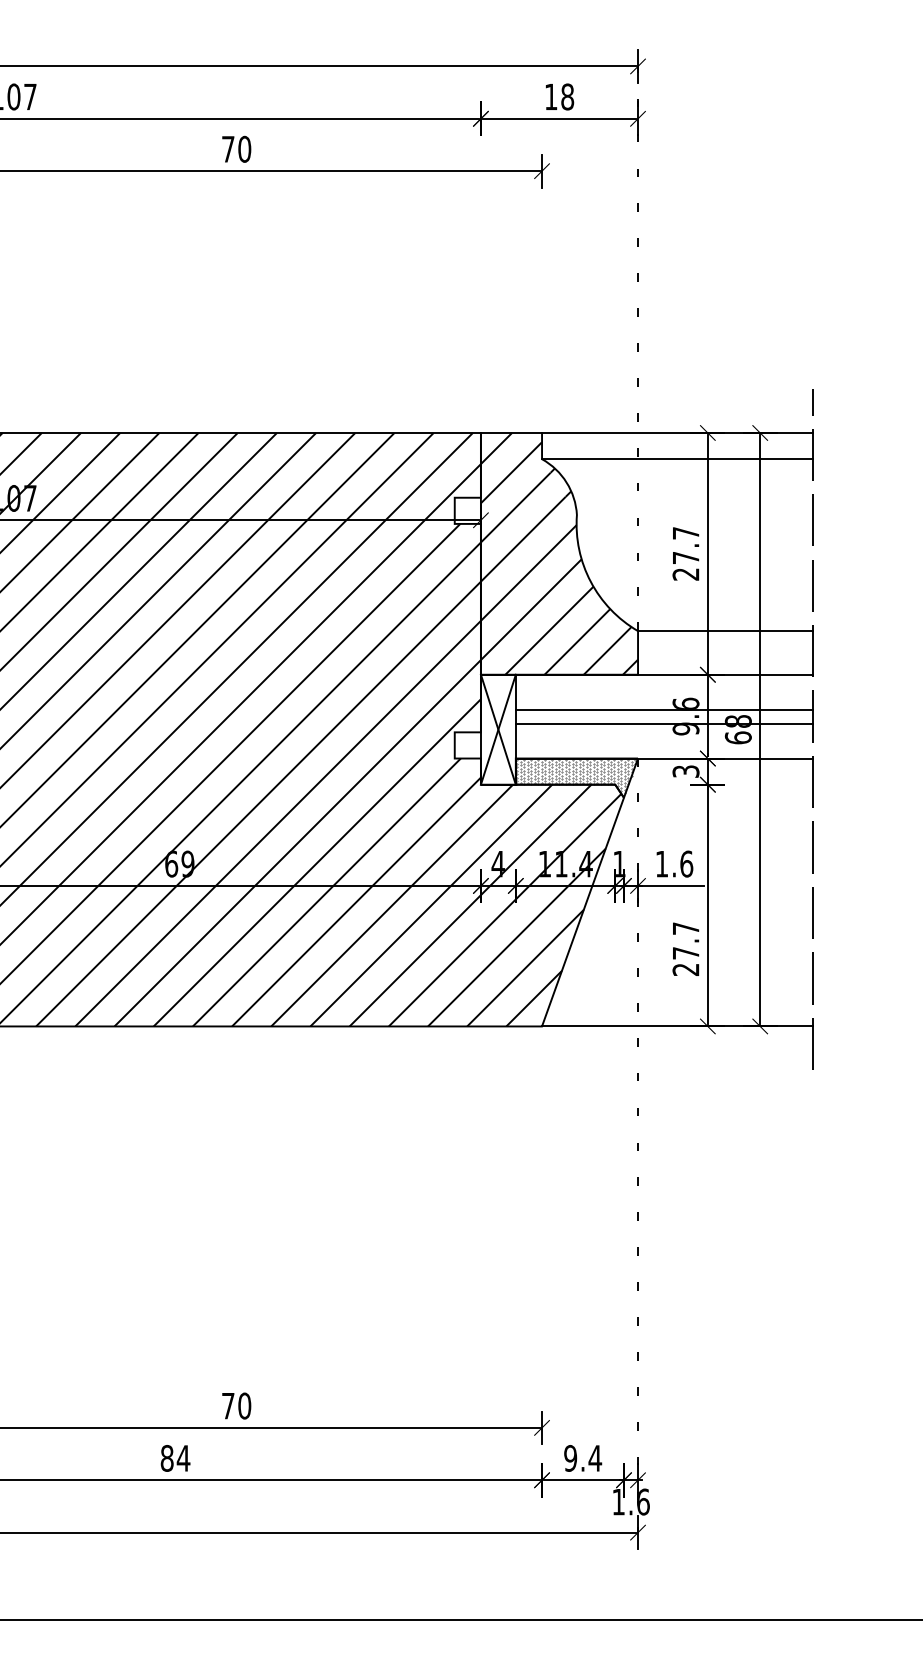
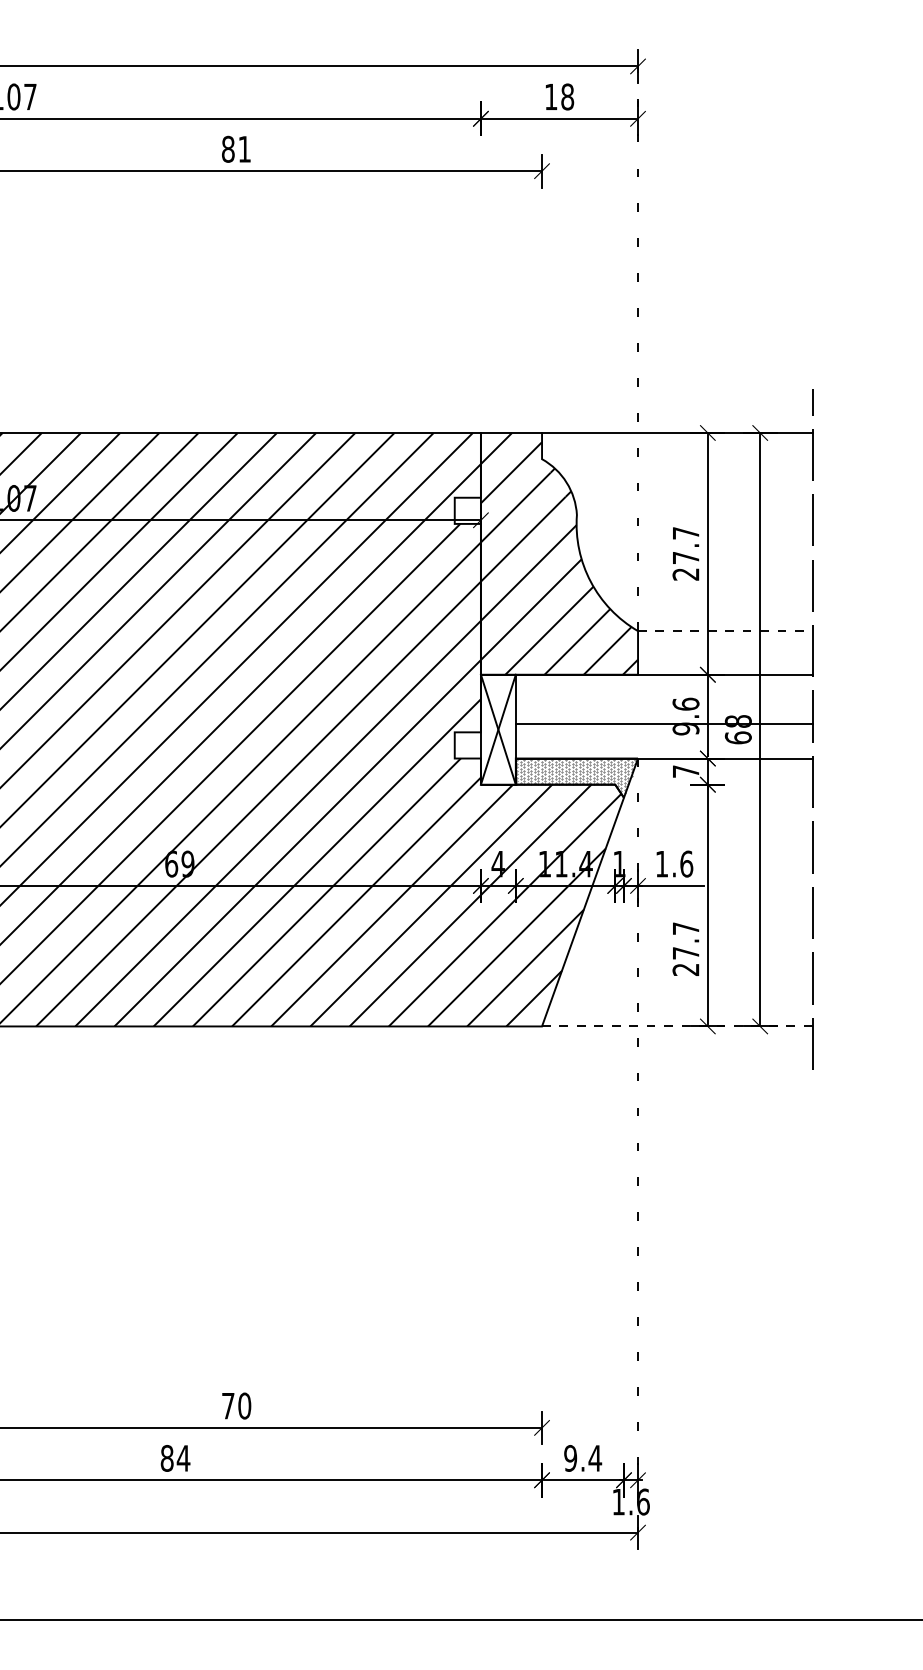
text at (236, 148): 70 -> 81
line at (677, 459): present -> none
line at (725, 631): solid -> dashed
line at (663, 709): present -> none
text at (685, 771): 3 -> 7
line at (677, 1026): solid -> dashed
